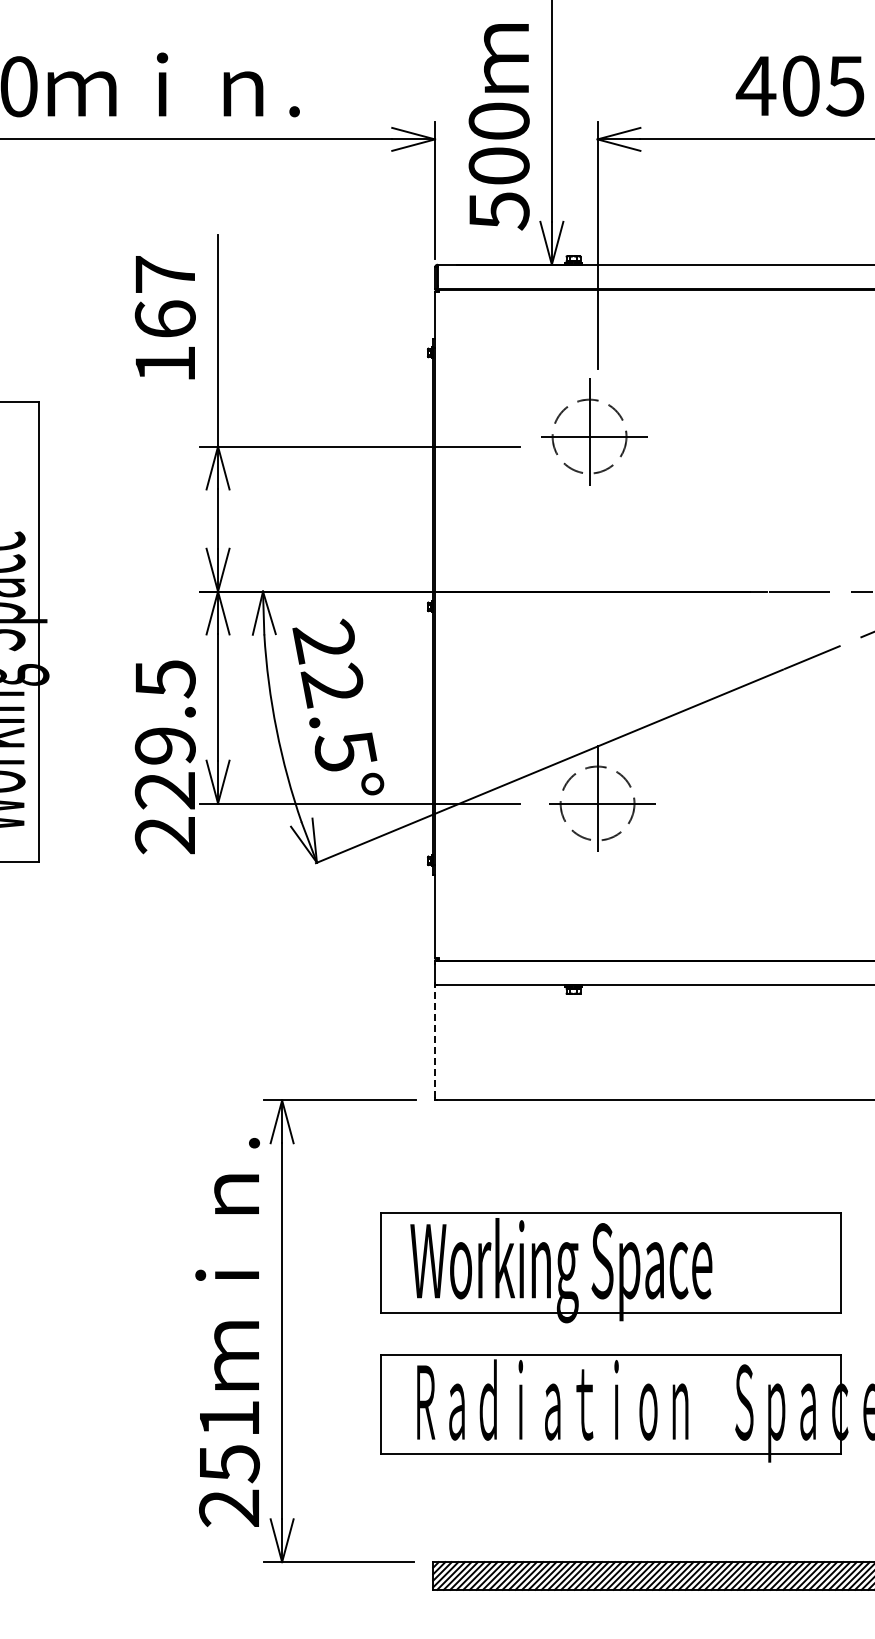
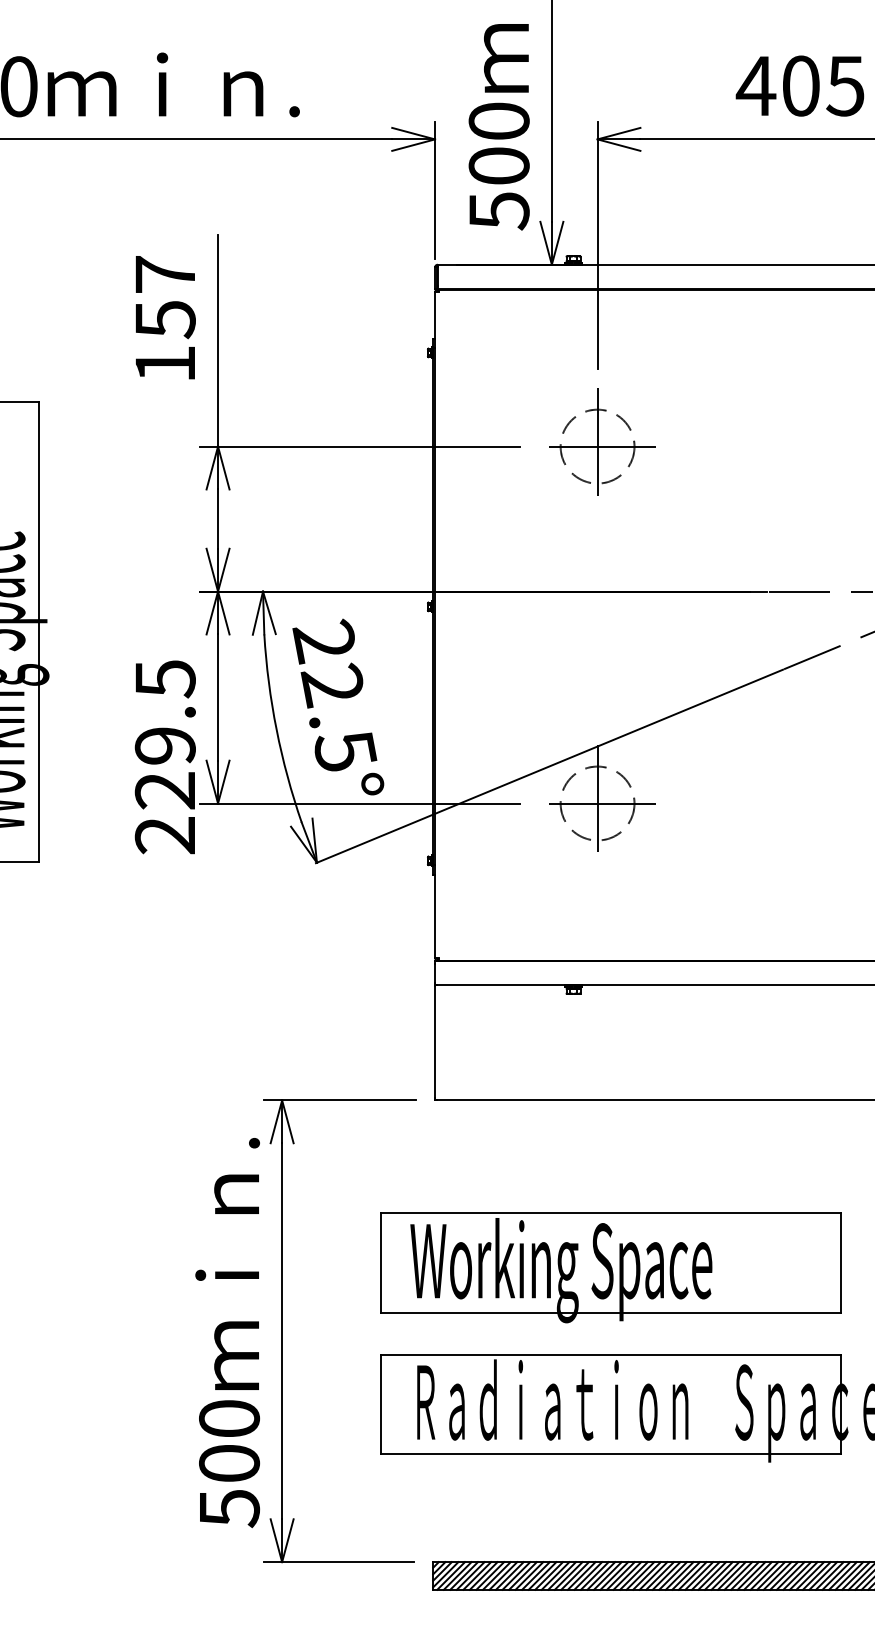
text at (164, 319): 167 -> 157
part at (594, 431) position: (594, 431) -> (602, 441)
line at (435, 1042): dashed -> solid
text at (229, 1464): 251 -> 500
